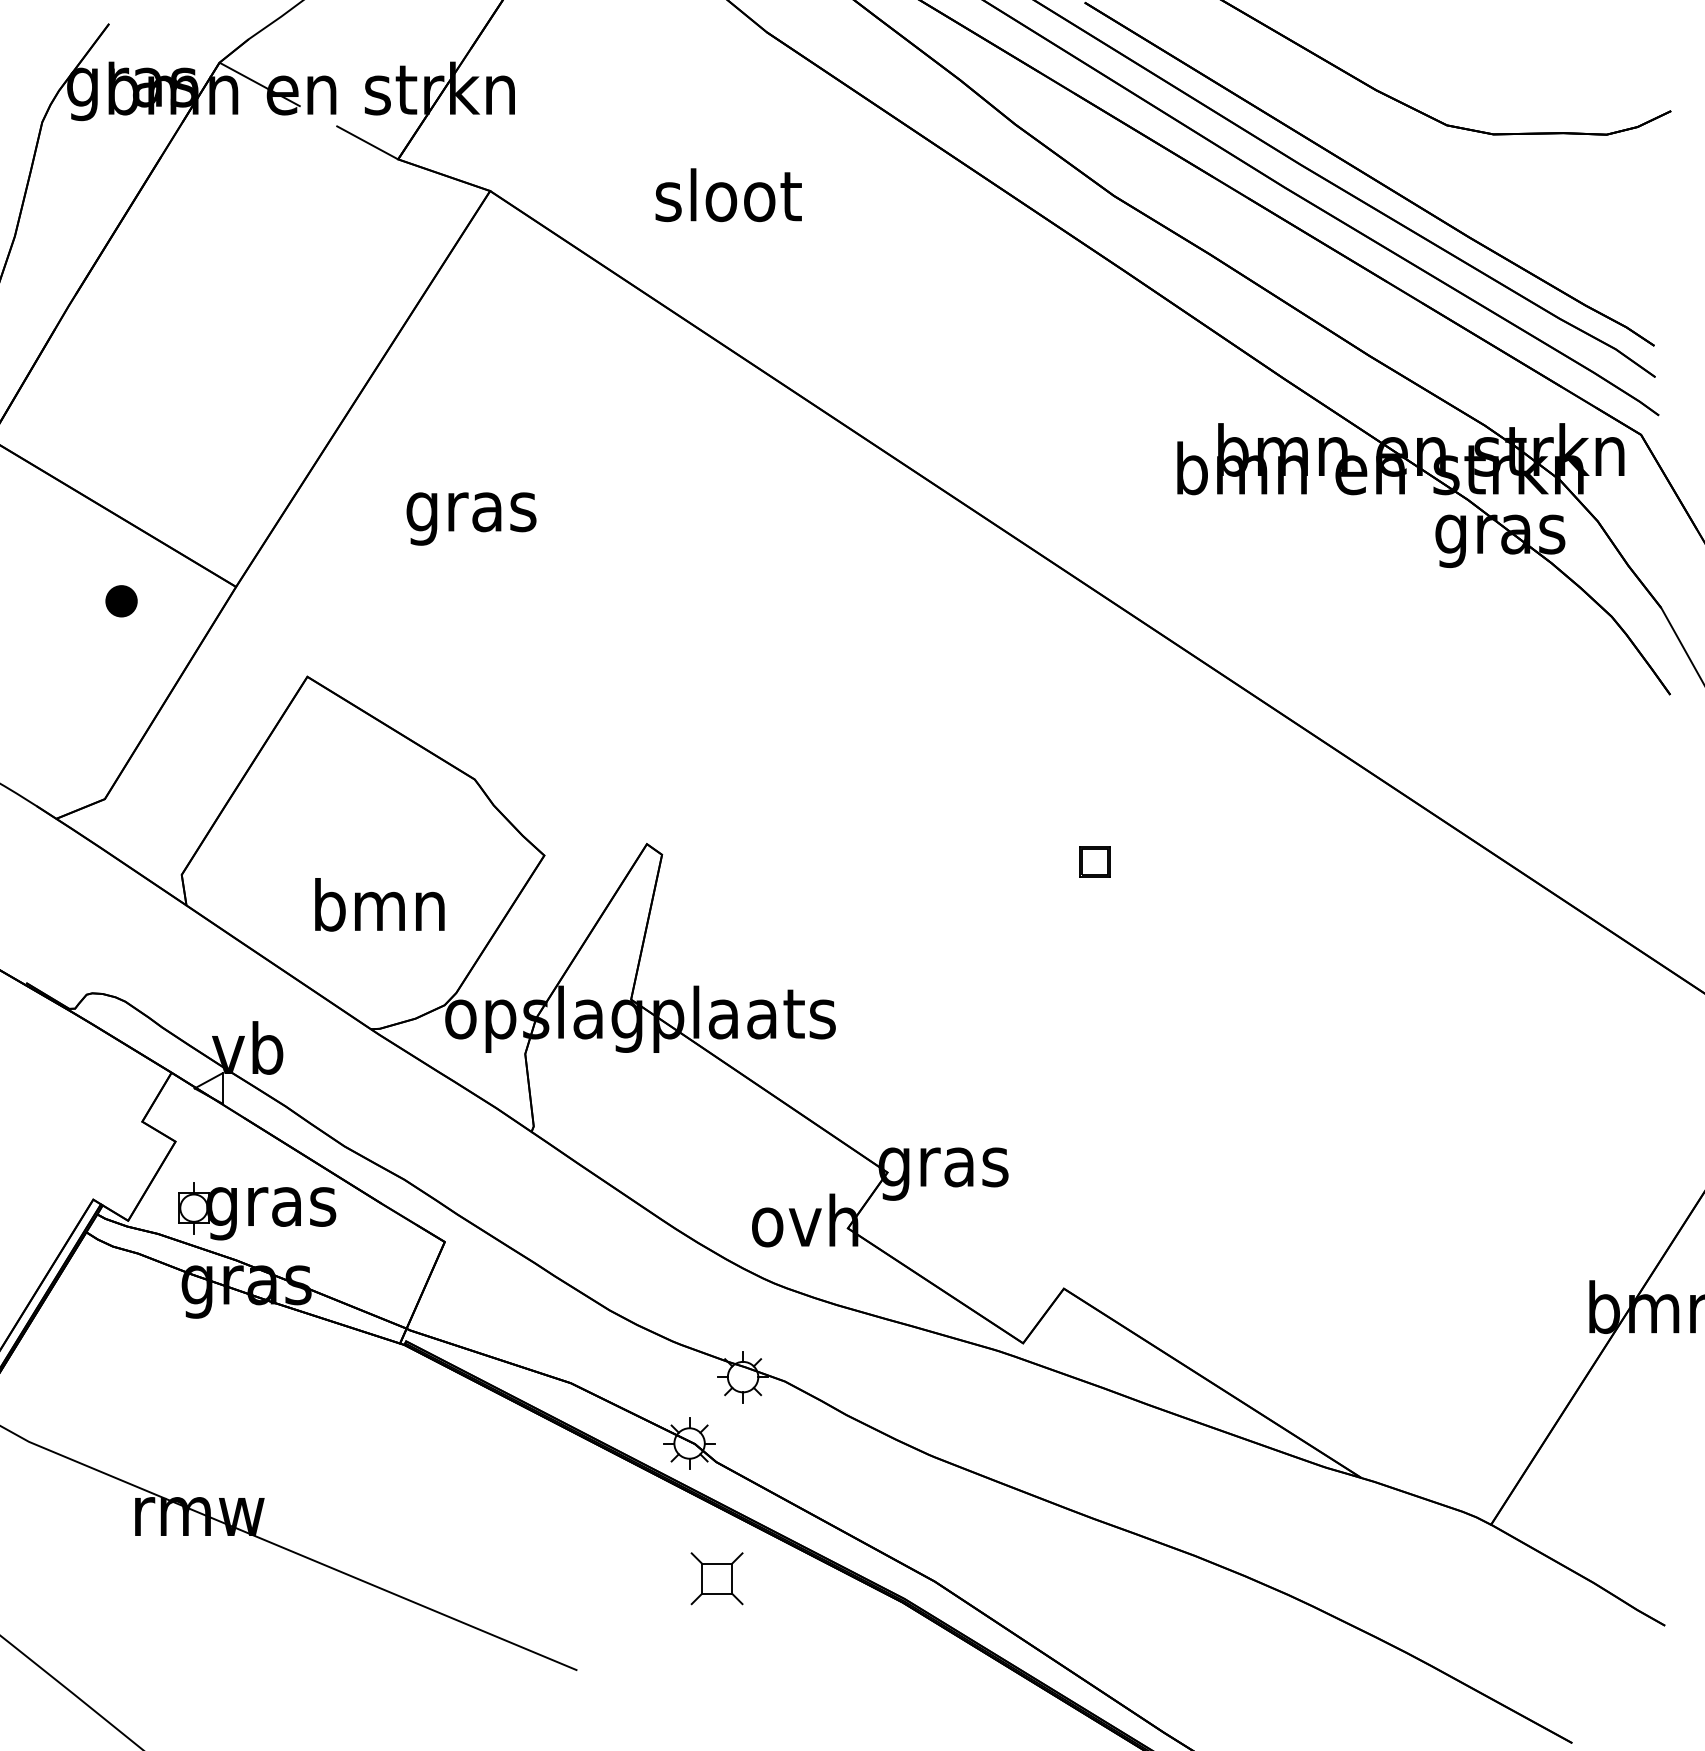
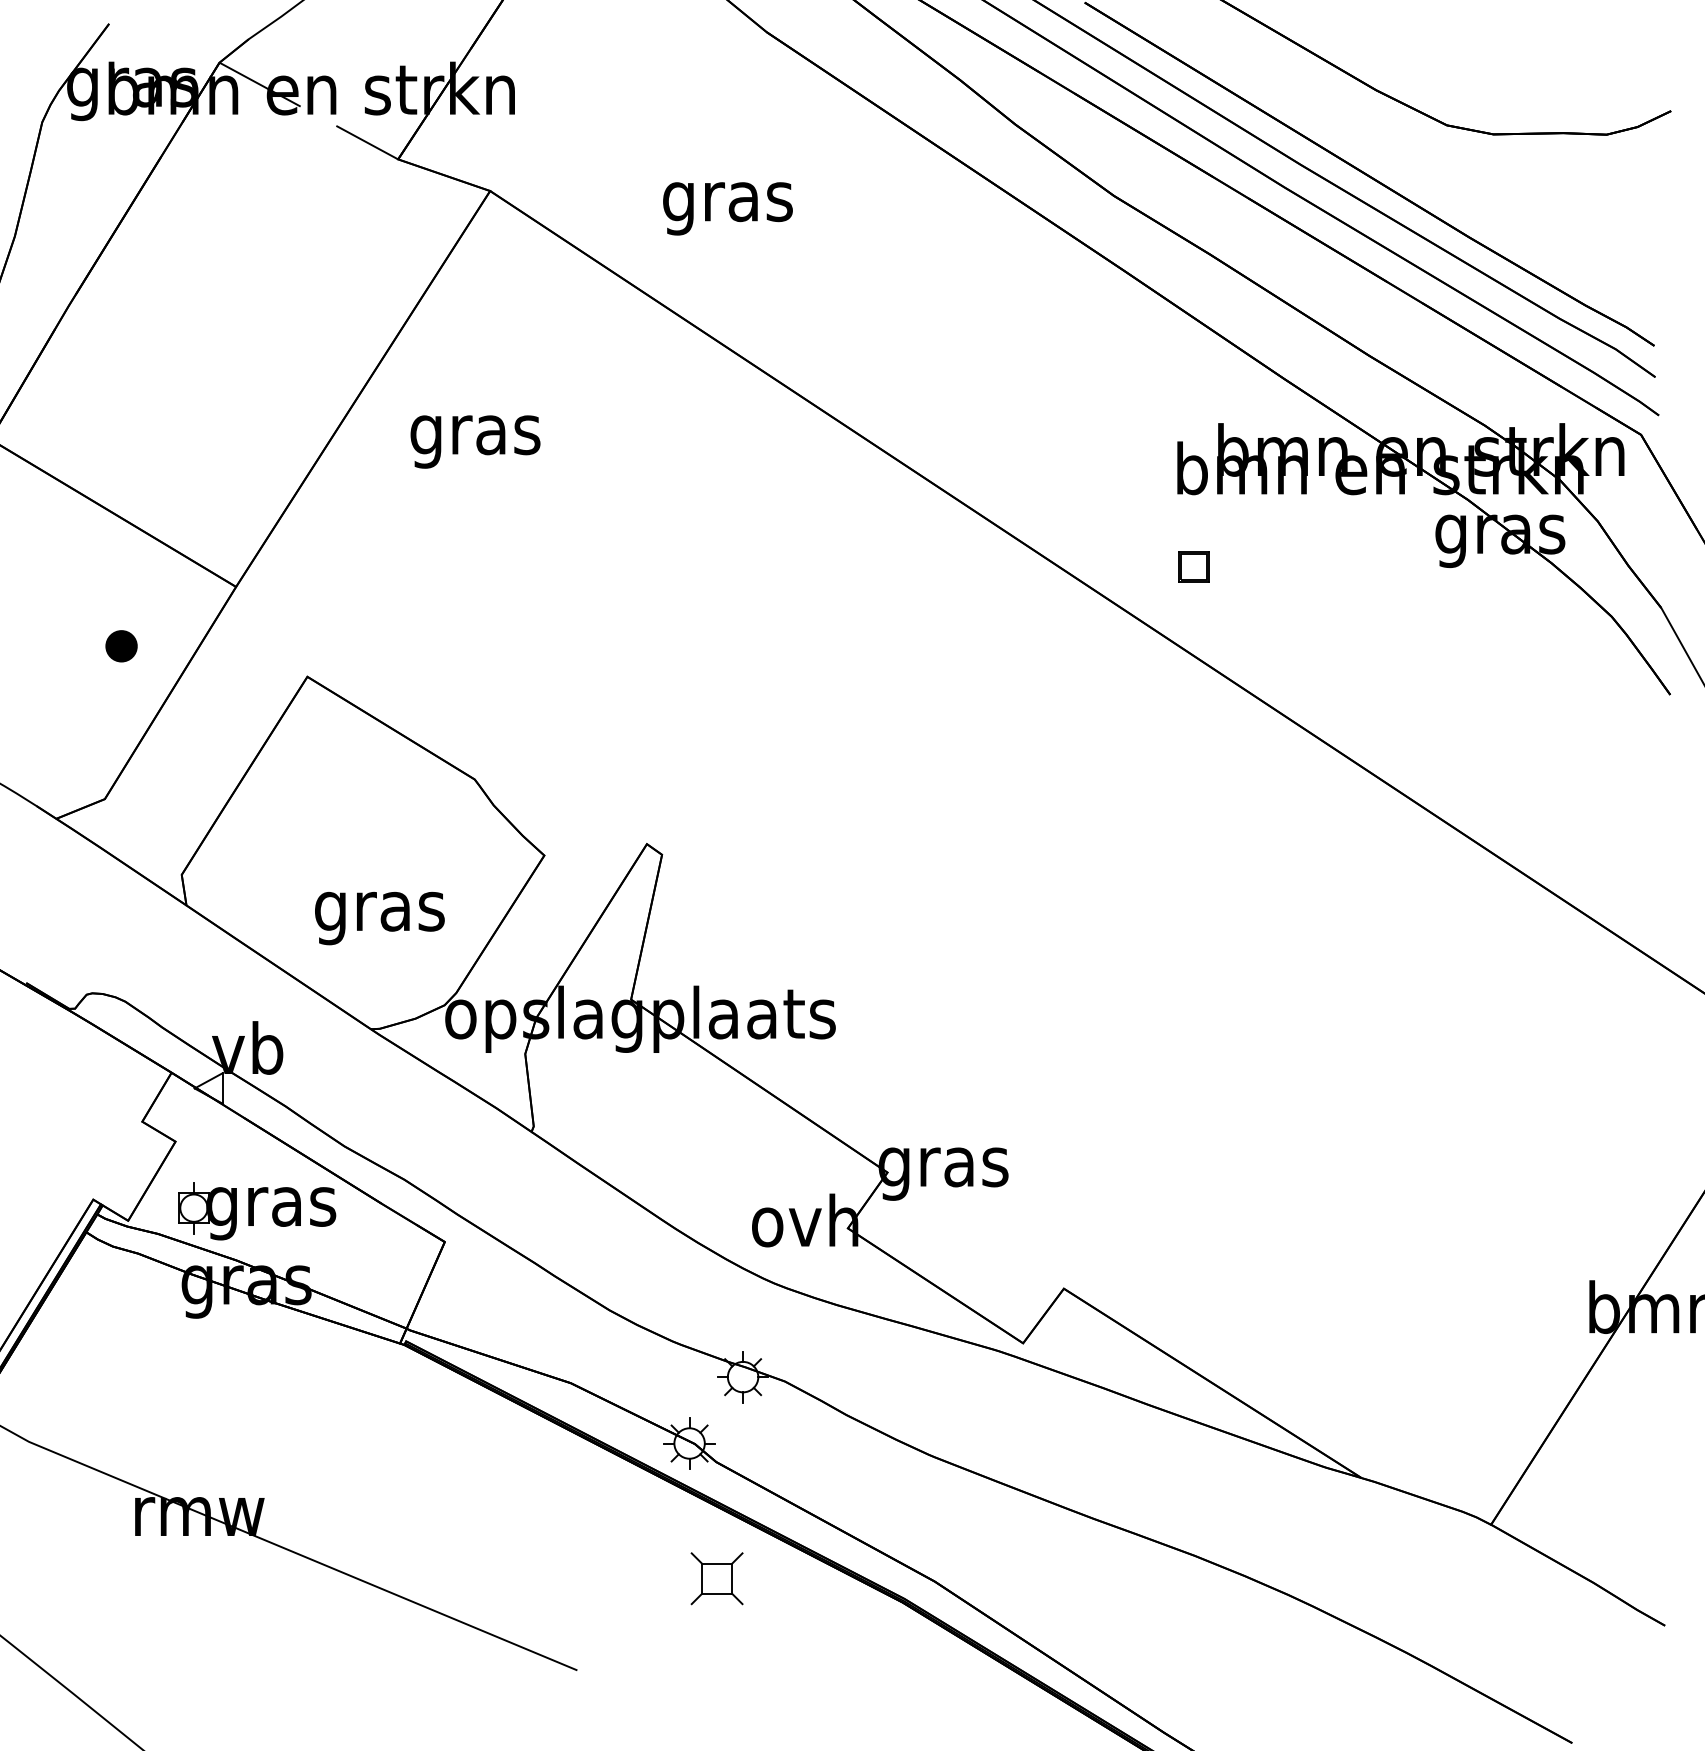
text at (728, 201): sloot -> gras
text at (471, 518) position: (471, 518) -> (475, 441)
part at (121, 601) position: (121, 601) -> (121, 646)
part at (1094, 861) position: (1094, 861) -> (1193, 566)
text at (379, 911): bmn -> gras
